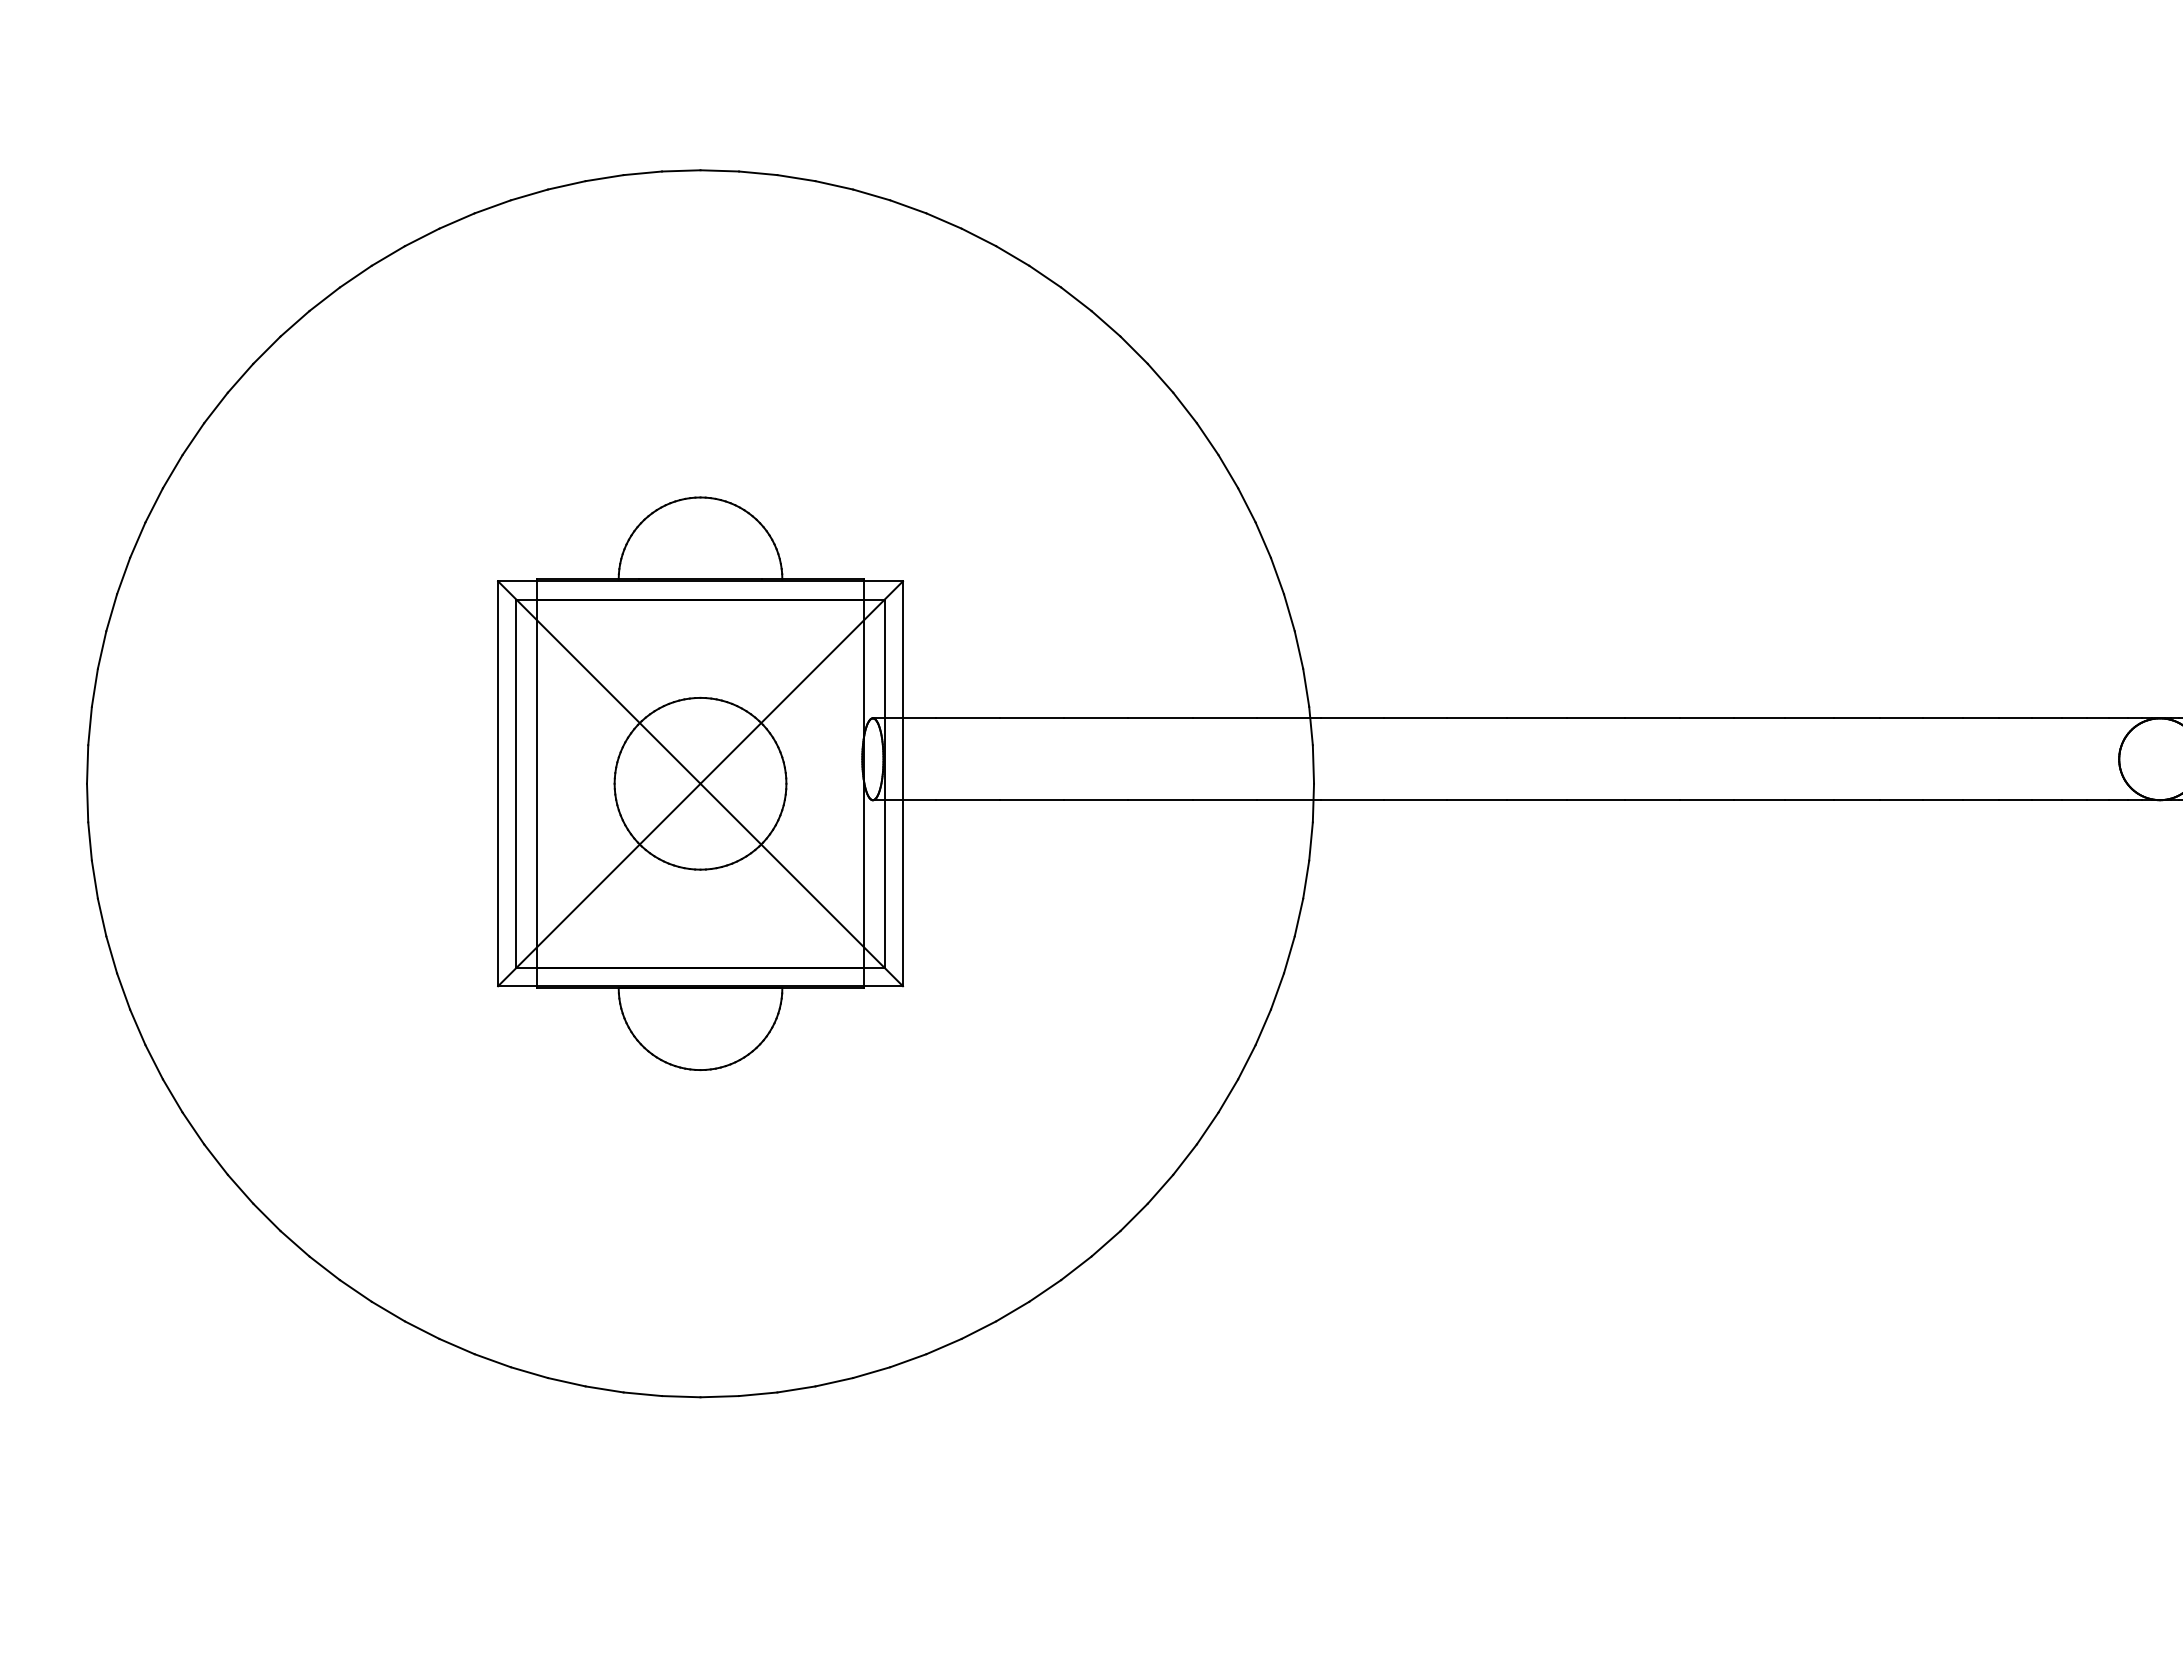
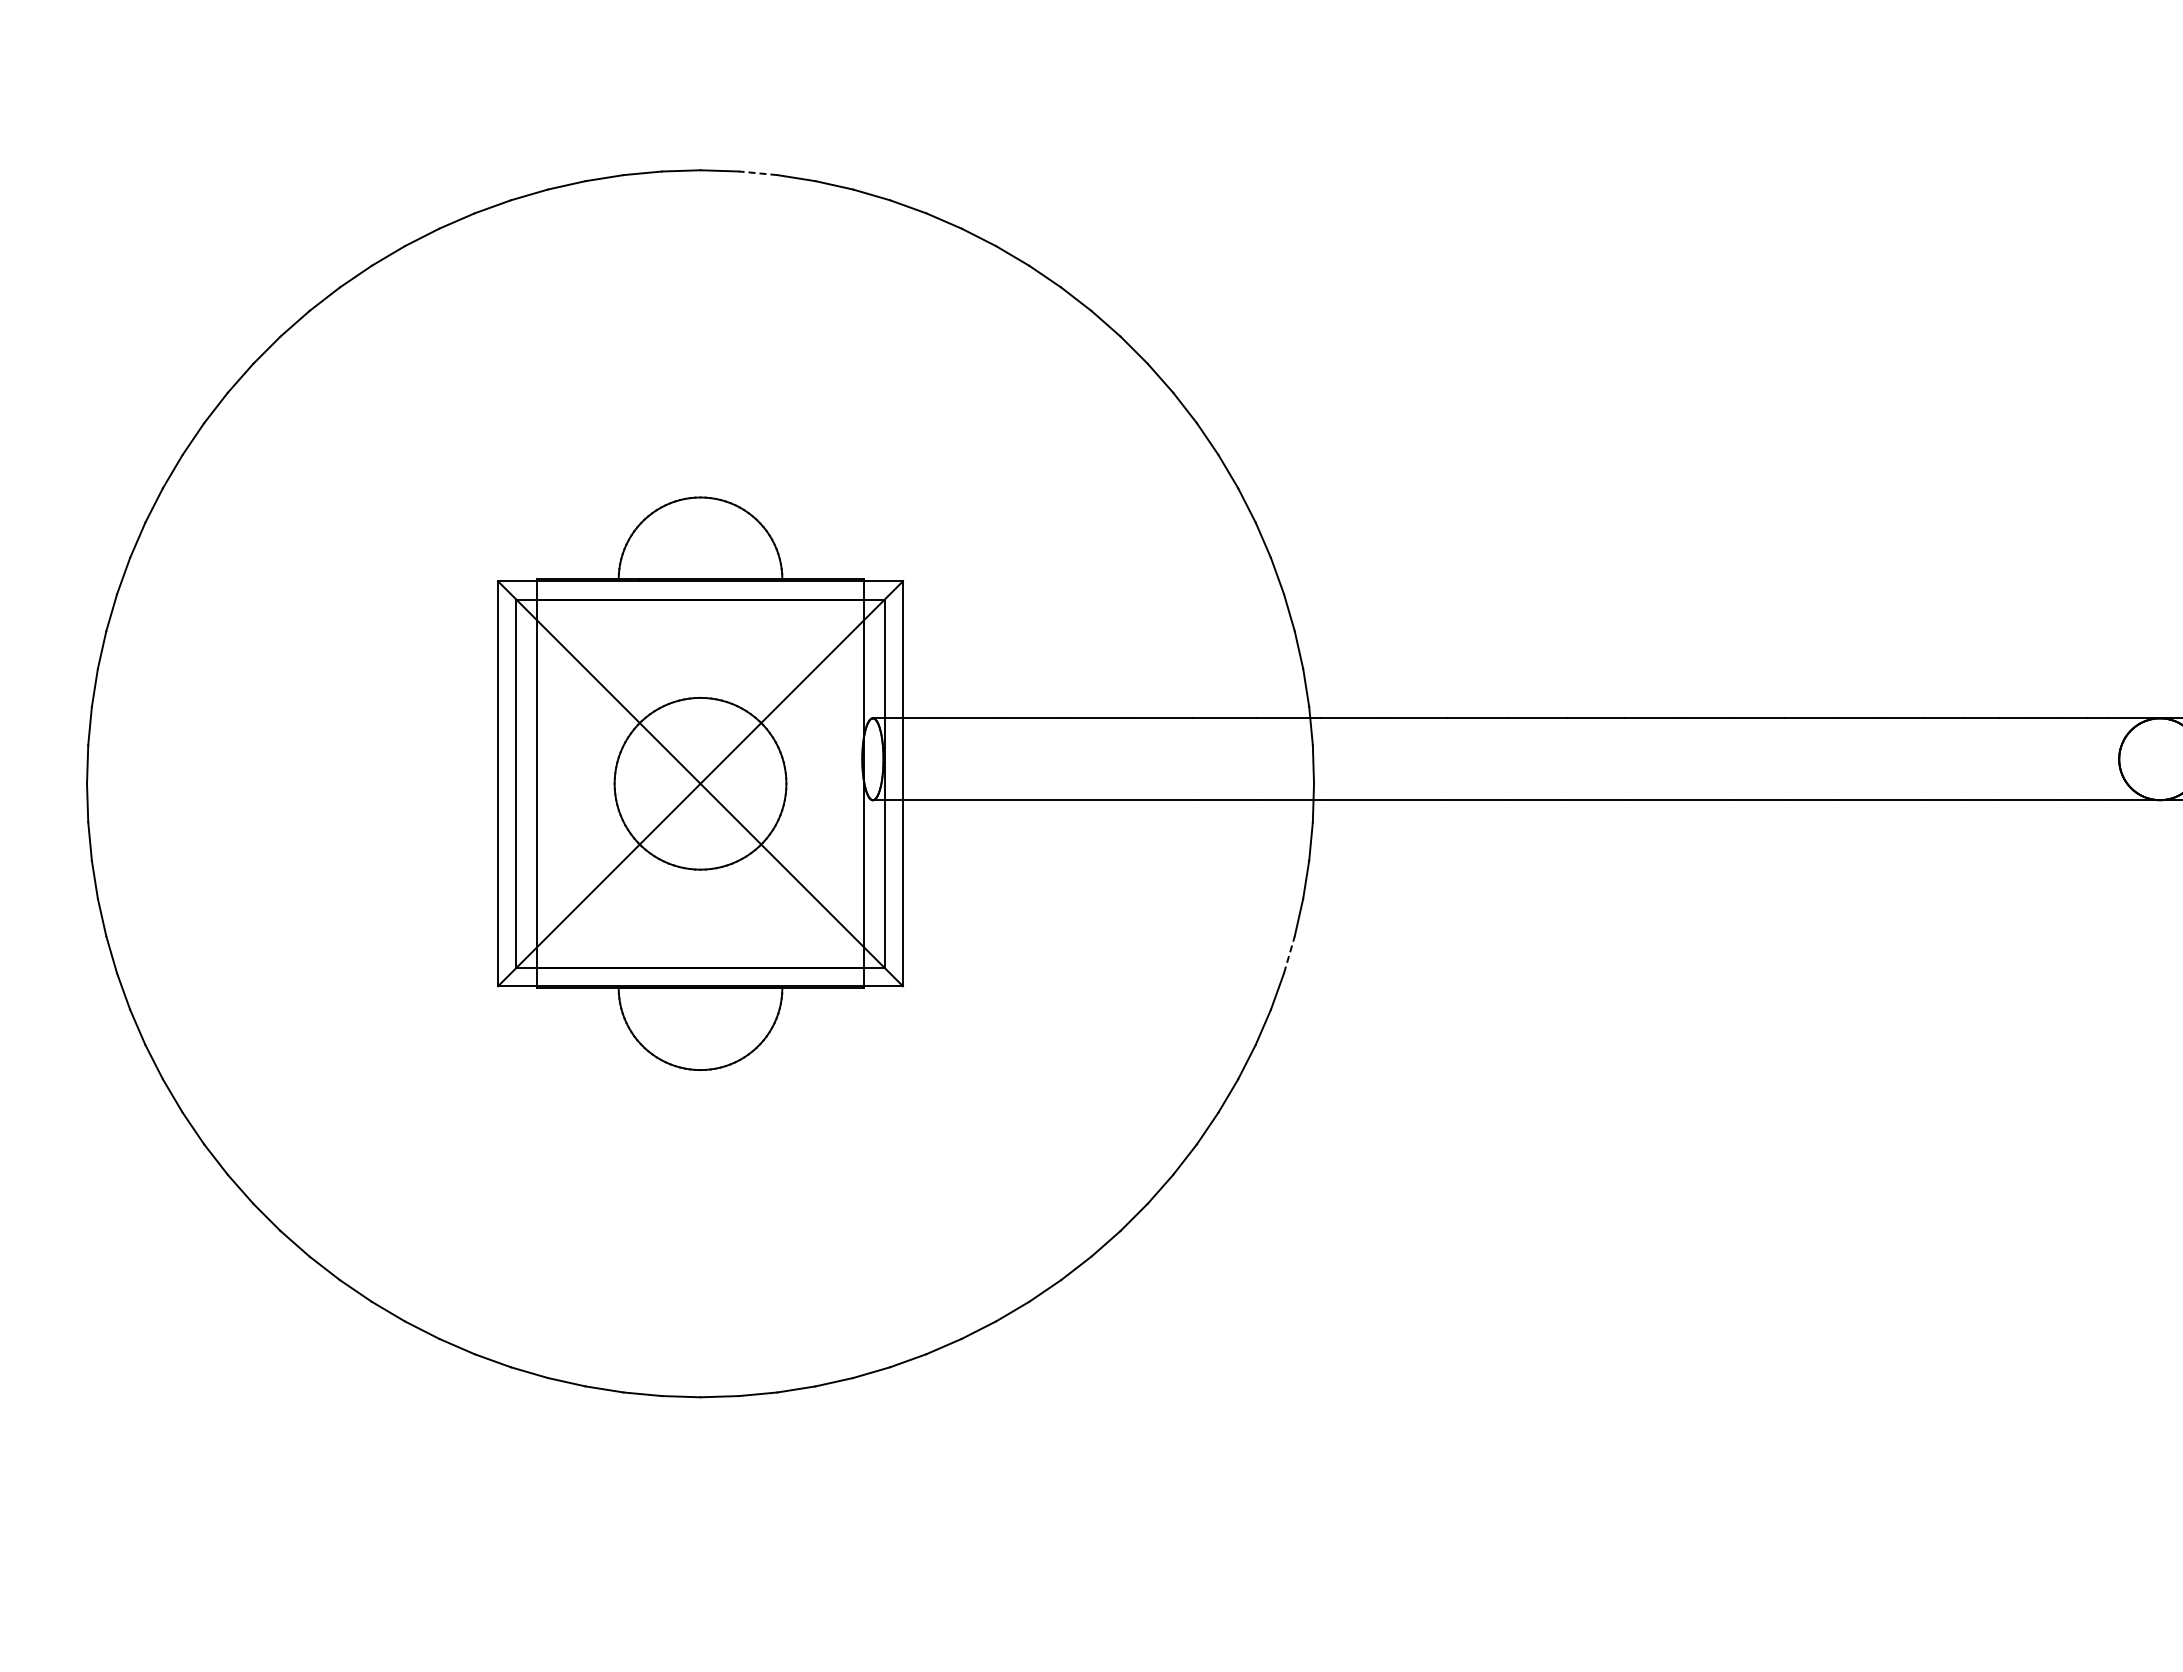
line at (757, 173): solid -> dashed
line at (1289, 954): solid -> dashed
